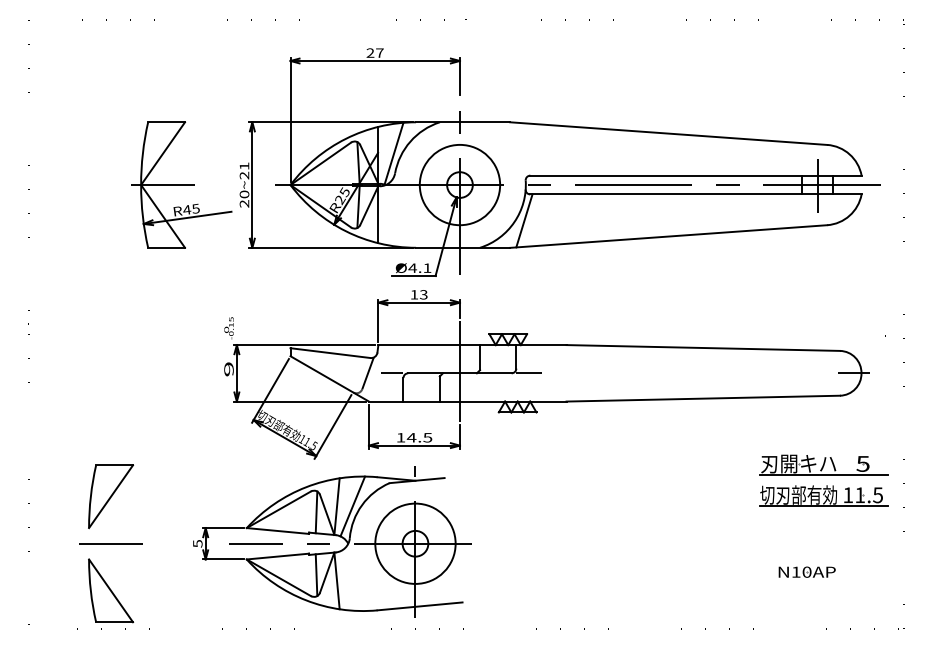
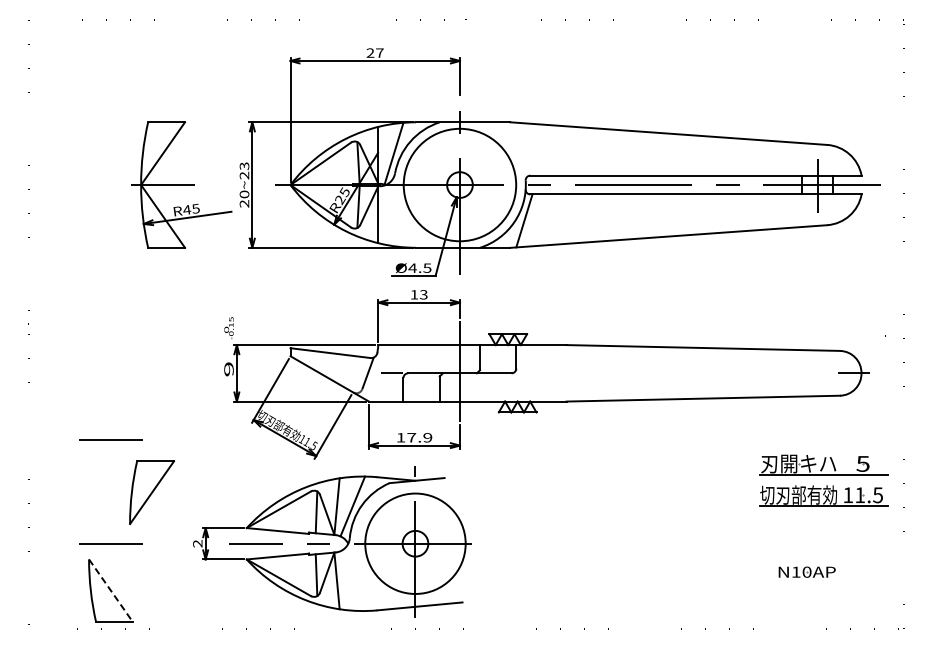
text at (244, 166): 20~21 -> 20~23
circle at (459, 184) diameter: 80 px -> 112 px
text at (427, 267): Ø4.1 -> Ø4.5
line at (529, 373): present -> none
text at (419, 437): 14.5 -> 17.9
line at (110, 439): none -> present
part at (110, 496) position: (110, 496) -> (151, 492)
text at (197, 543): 5 -> 2
circle at (415, 543) diameter: 80 px -> 100 px
line at (111, 591): solid -> dashed
